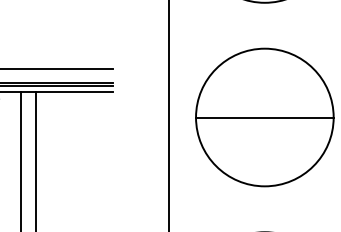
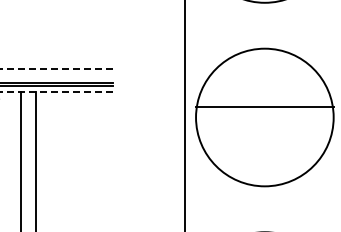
line at (55, 69): solid -> dashed
line at (56, 91): solid -> dashed
line at (168, 115) position: (168, 115) -> (184, 115)
line at (264, 117) position: (264, 117) -> (264, 106)
